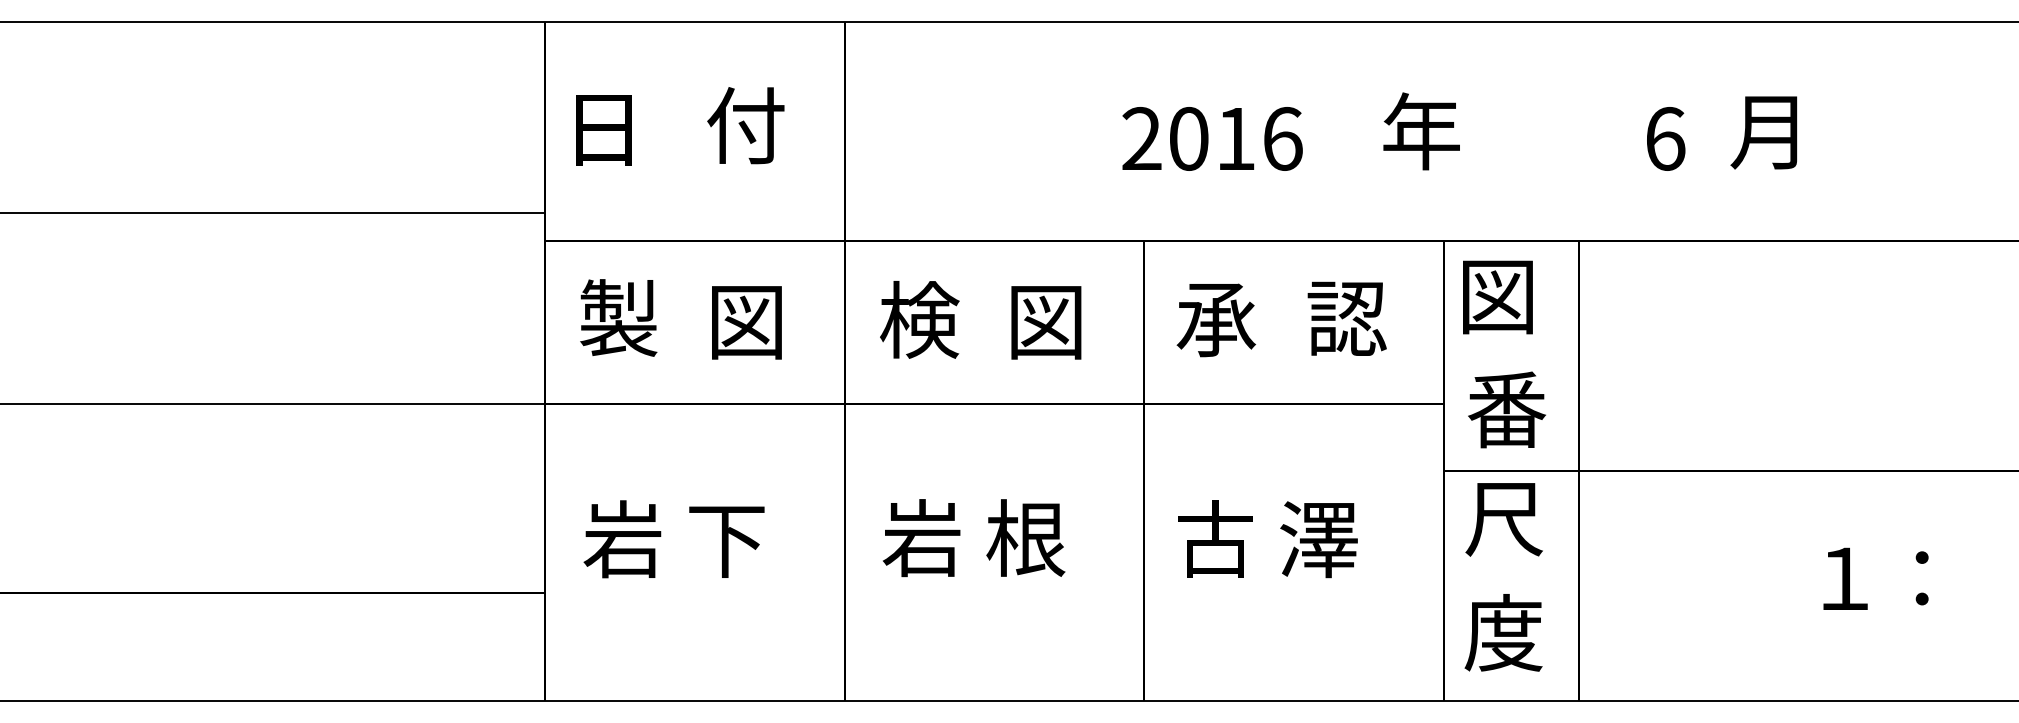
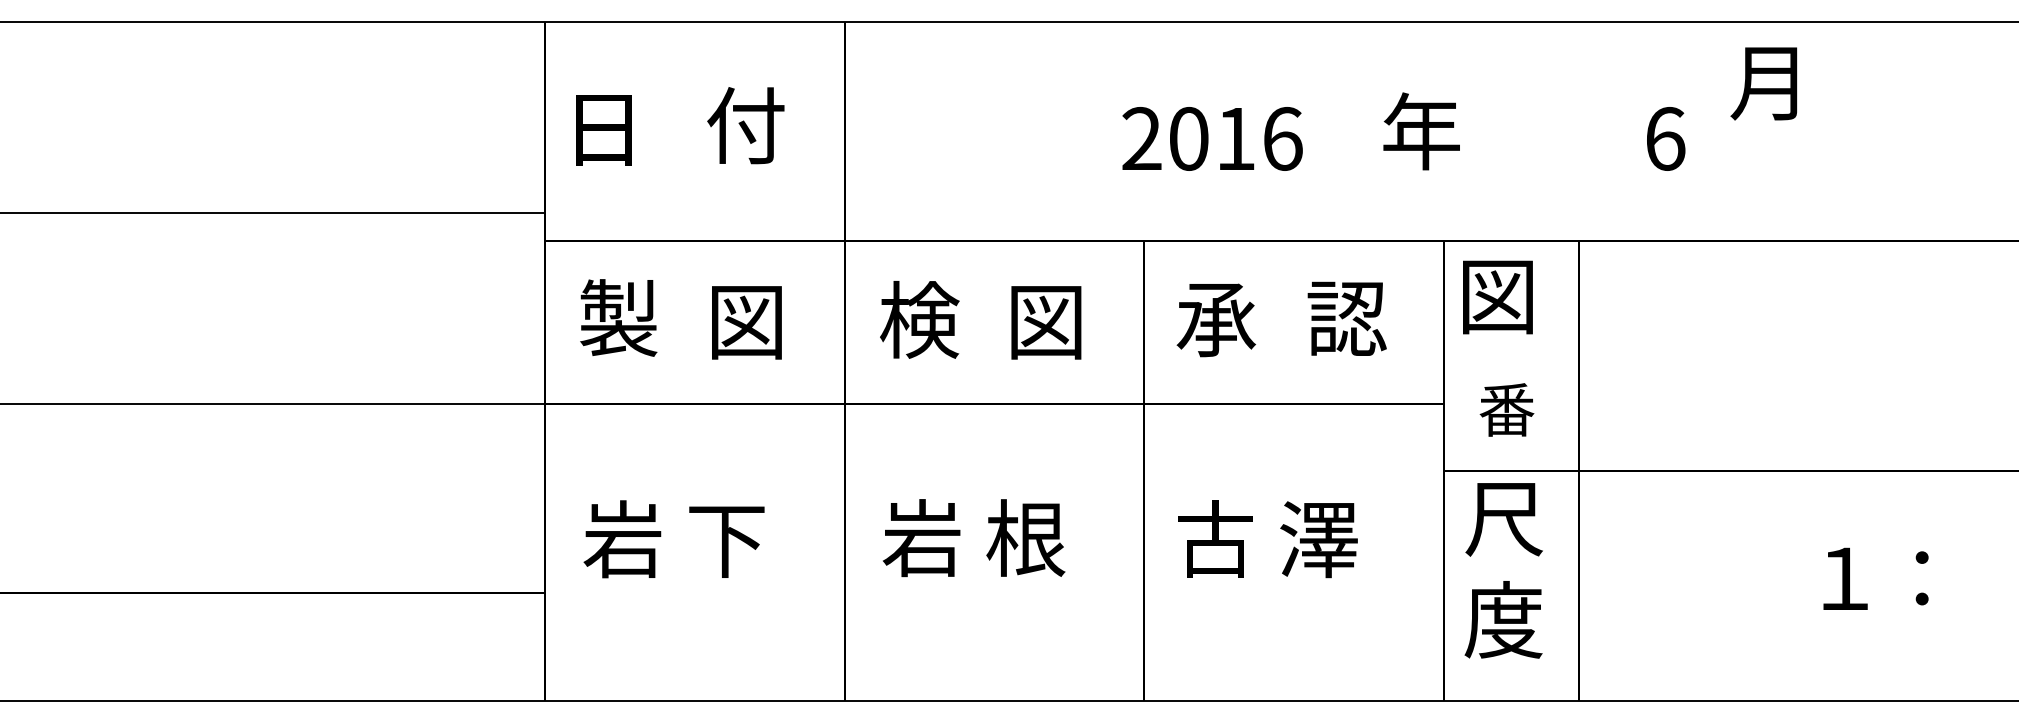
text at (1763, 132) position: (1763, 132) -> (1763, 83)
part at (1506, 409) size: 78x78 px -> 56x54 px
part at (1503, 632) position: (1503, 632) -> (1503, 619)
